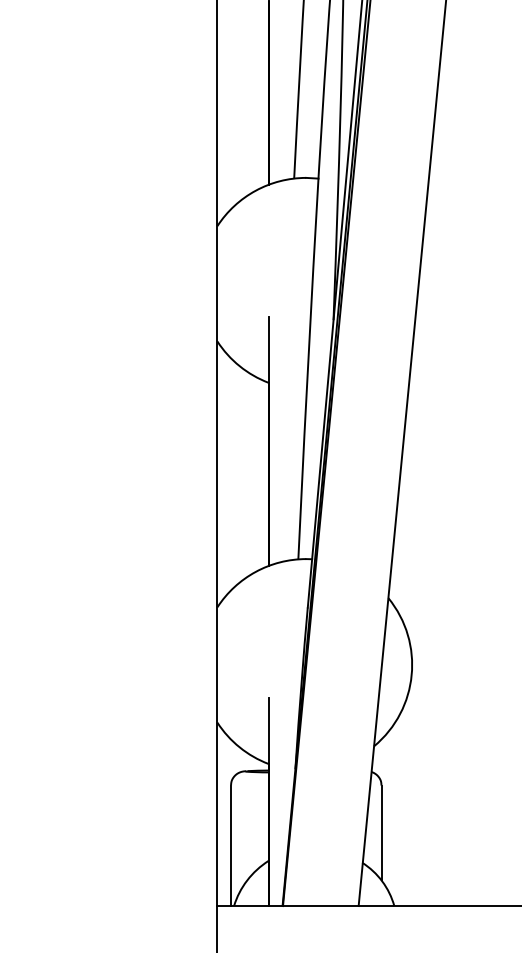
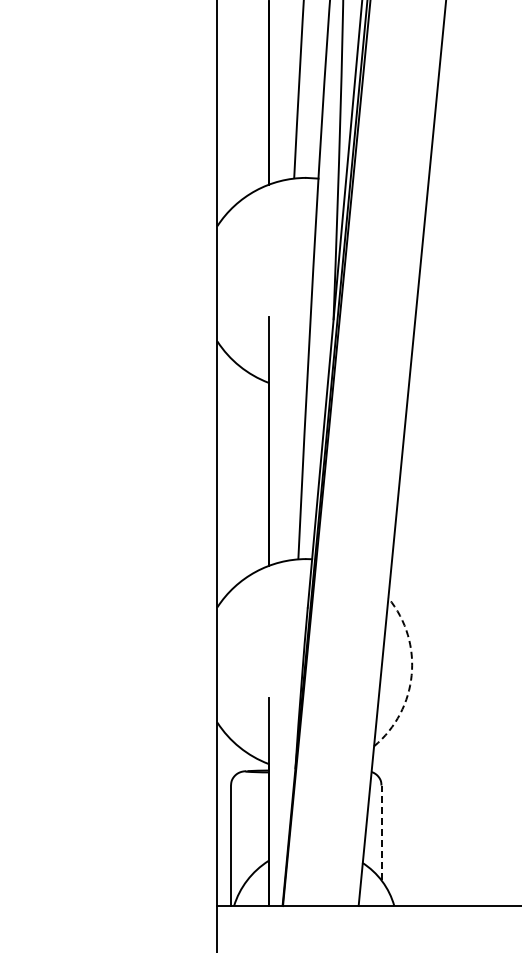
arc at (411, 675): solid -> dashed
line at (381, 832): solid -> dashed
